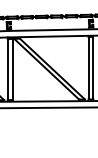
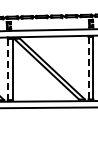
line at (88, 68): solid -> dashed
line at (7, 69): solid -> dashed
